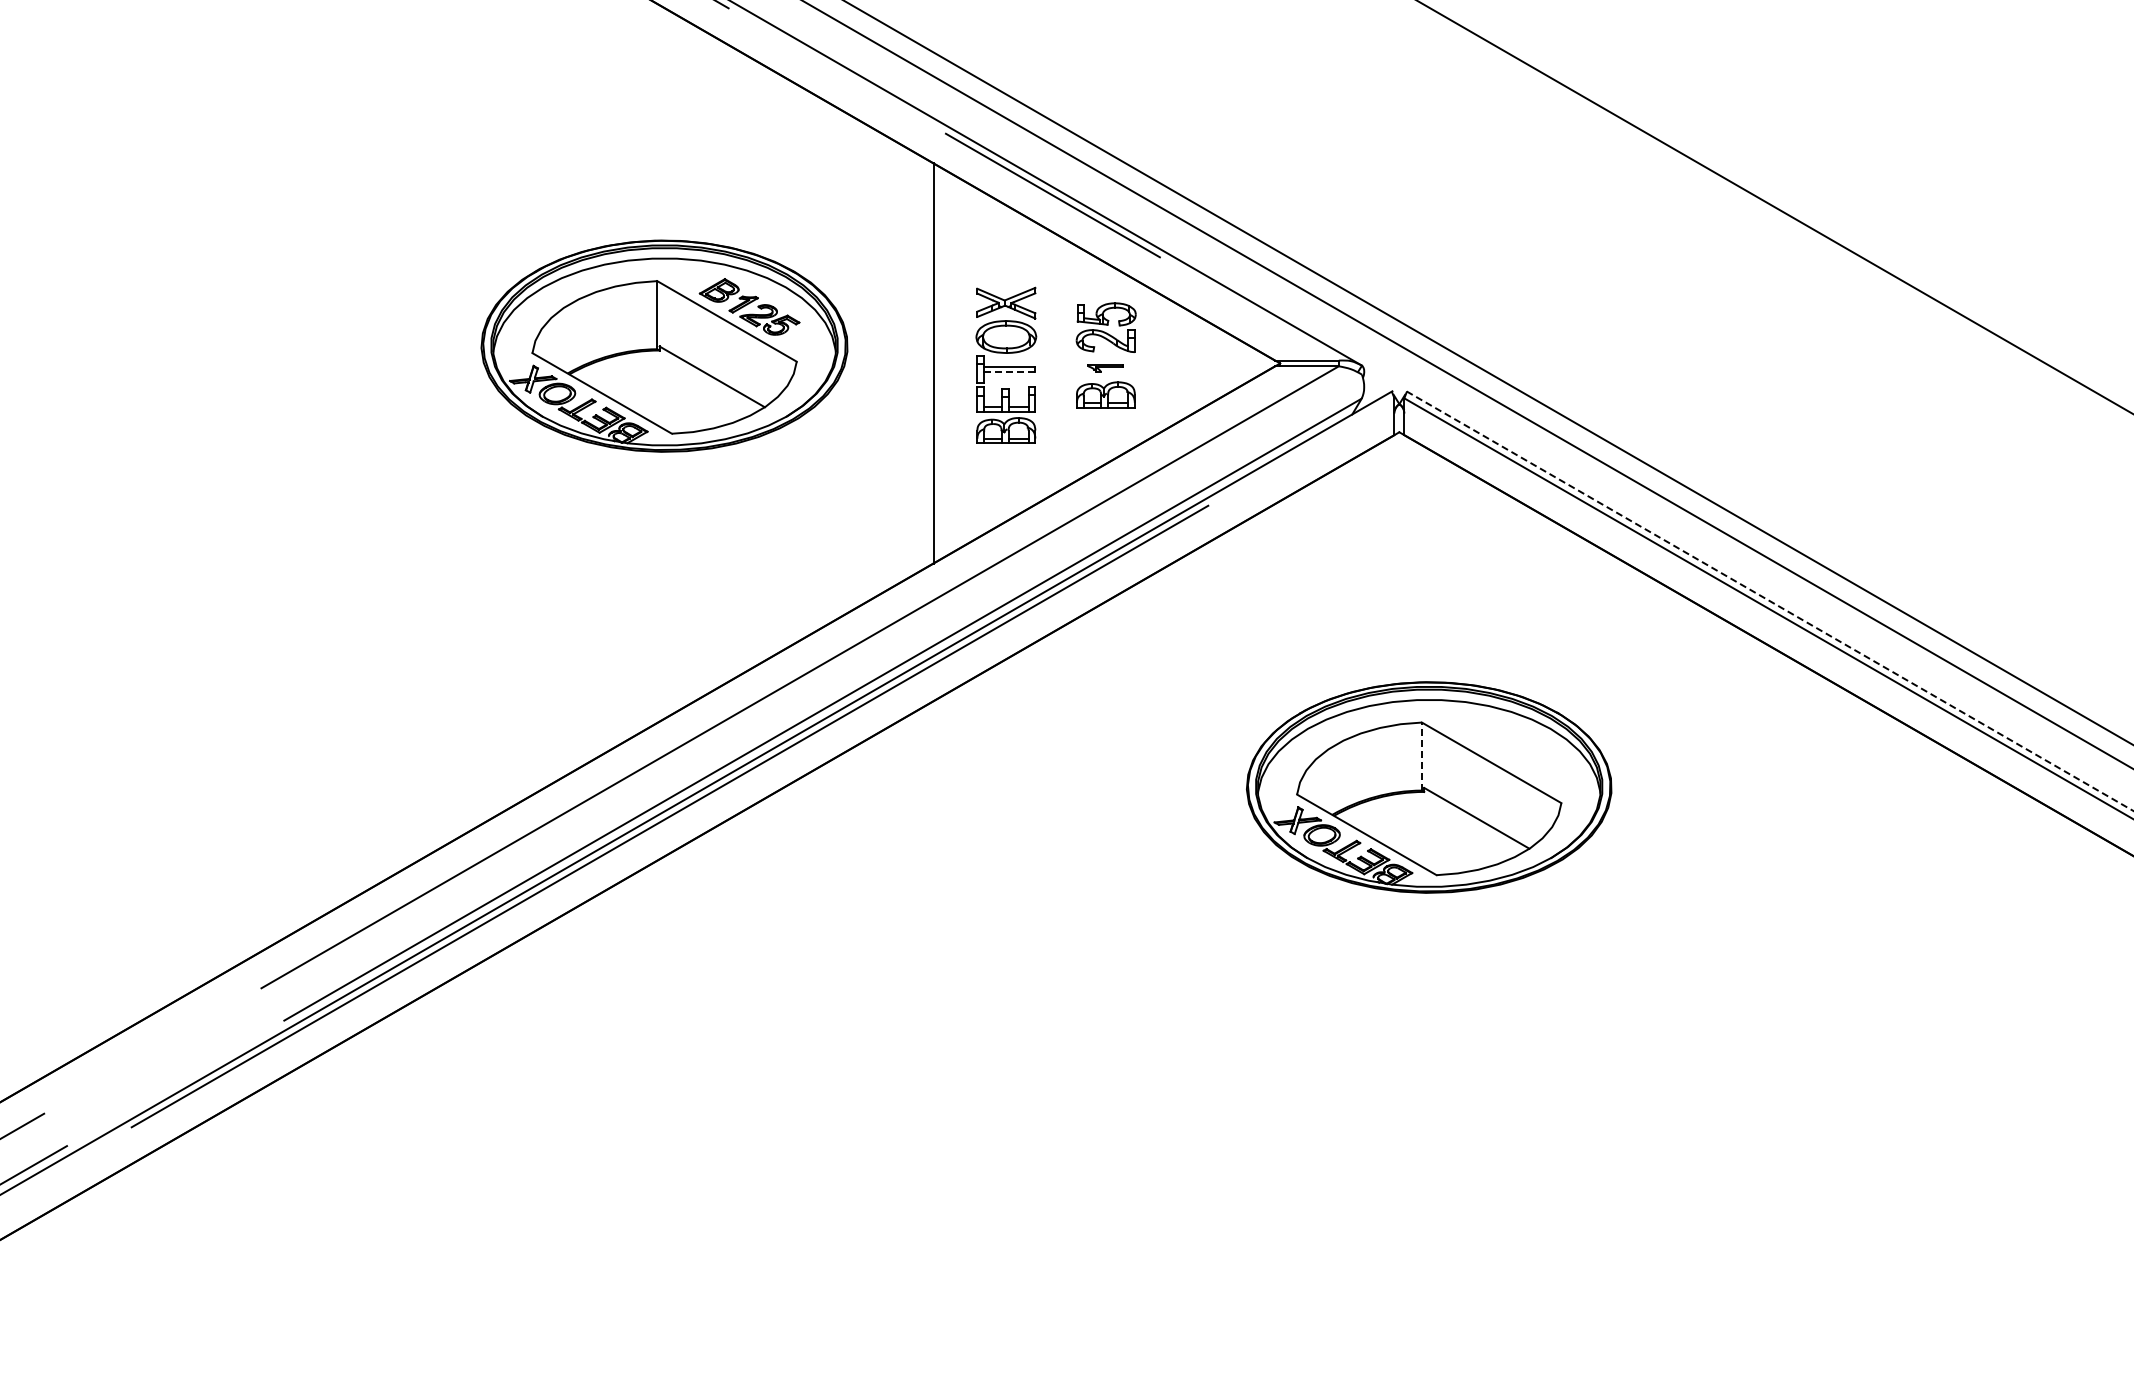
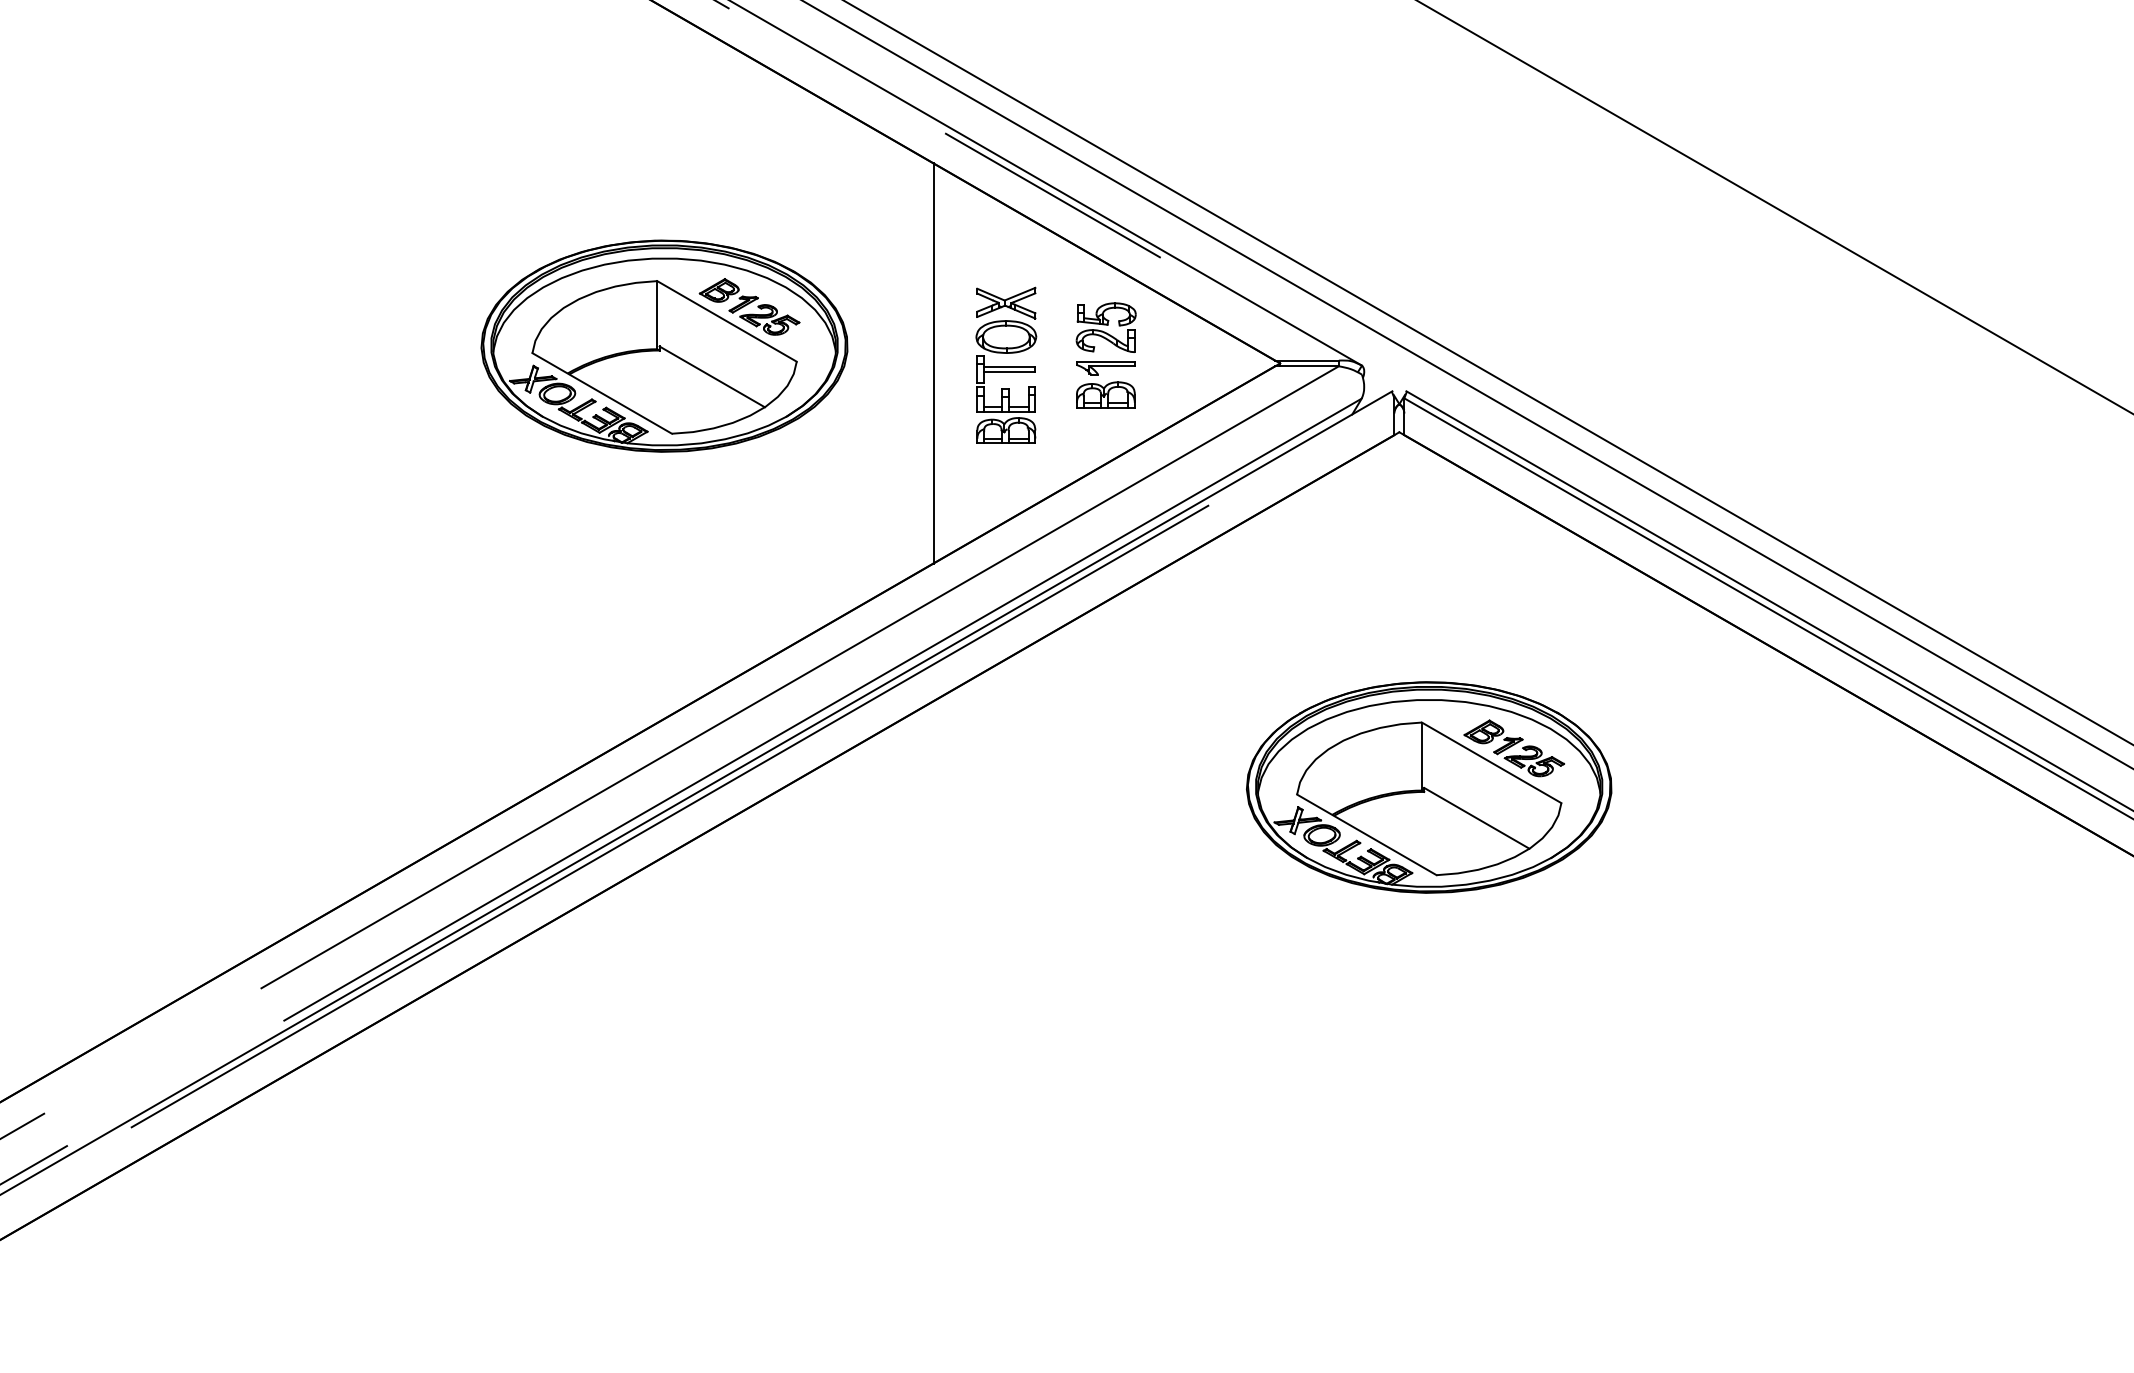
part at (1105, 368) size: 37x9 px -> 60x15 px
line at (1009, 371): dashed -> solid
line at (1770, 601): dashed -> solid
part at (1513, 748): none -> present
line at (1421, 756): dashed -> solid
